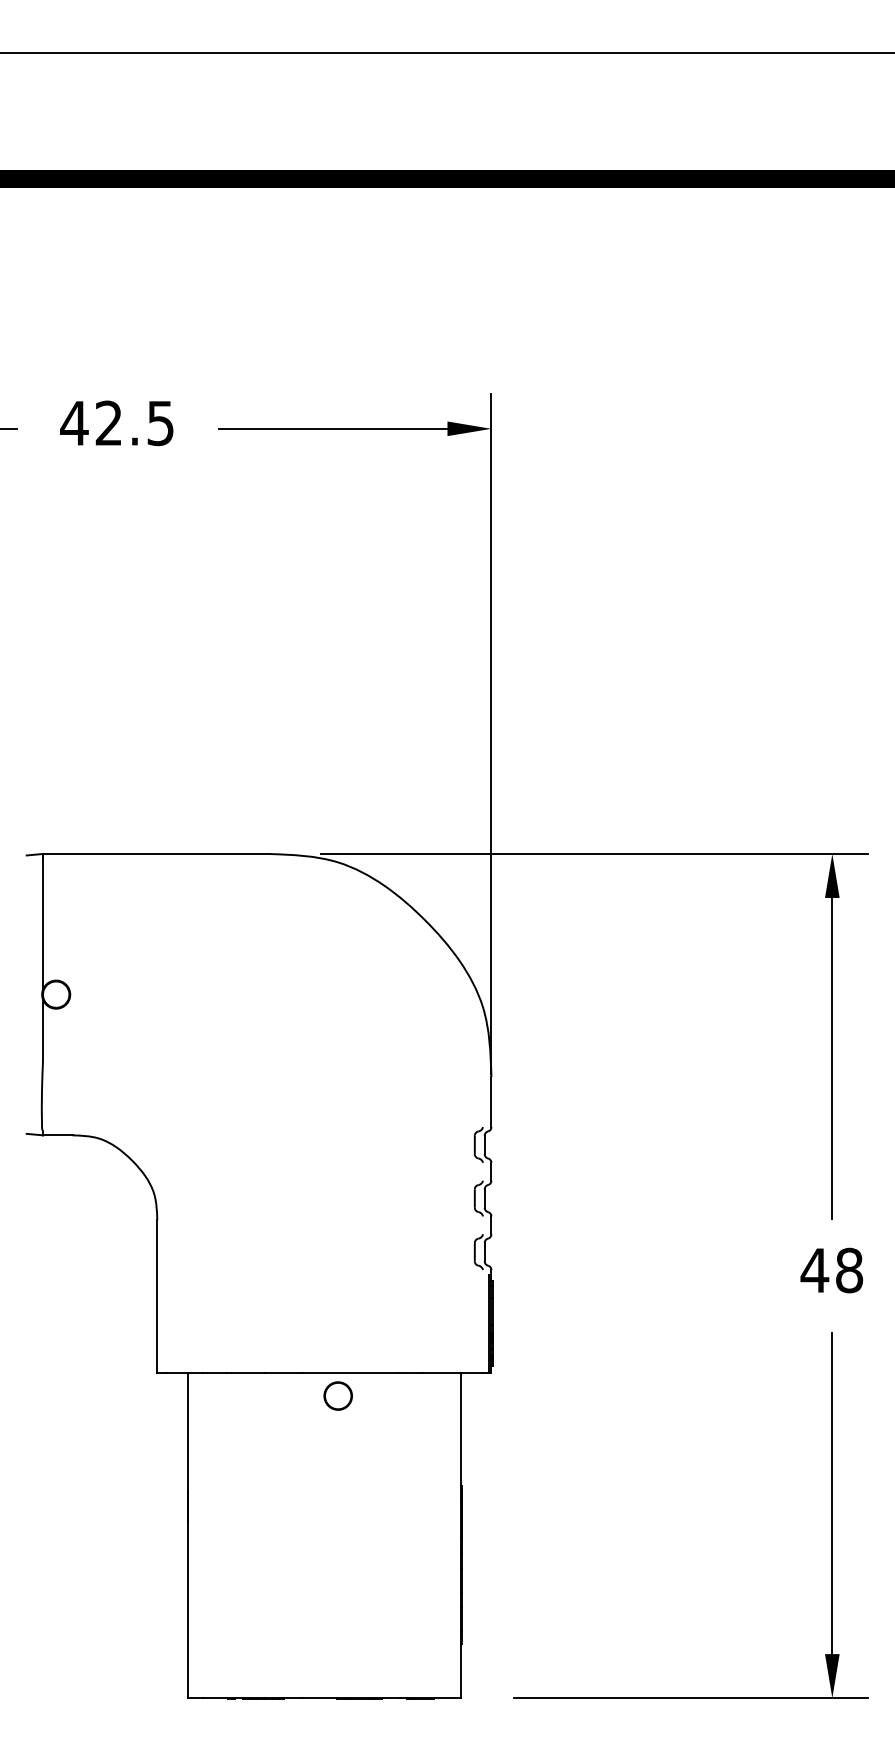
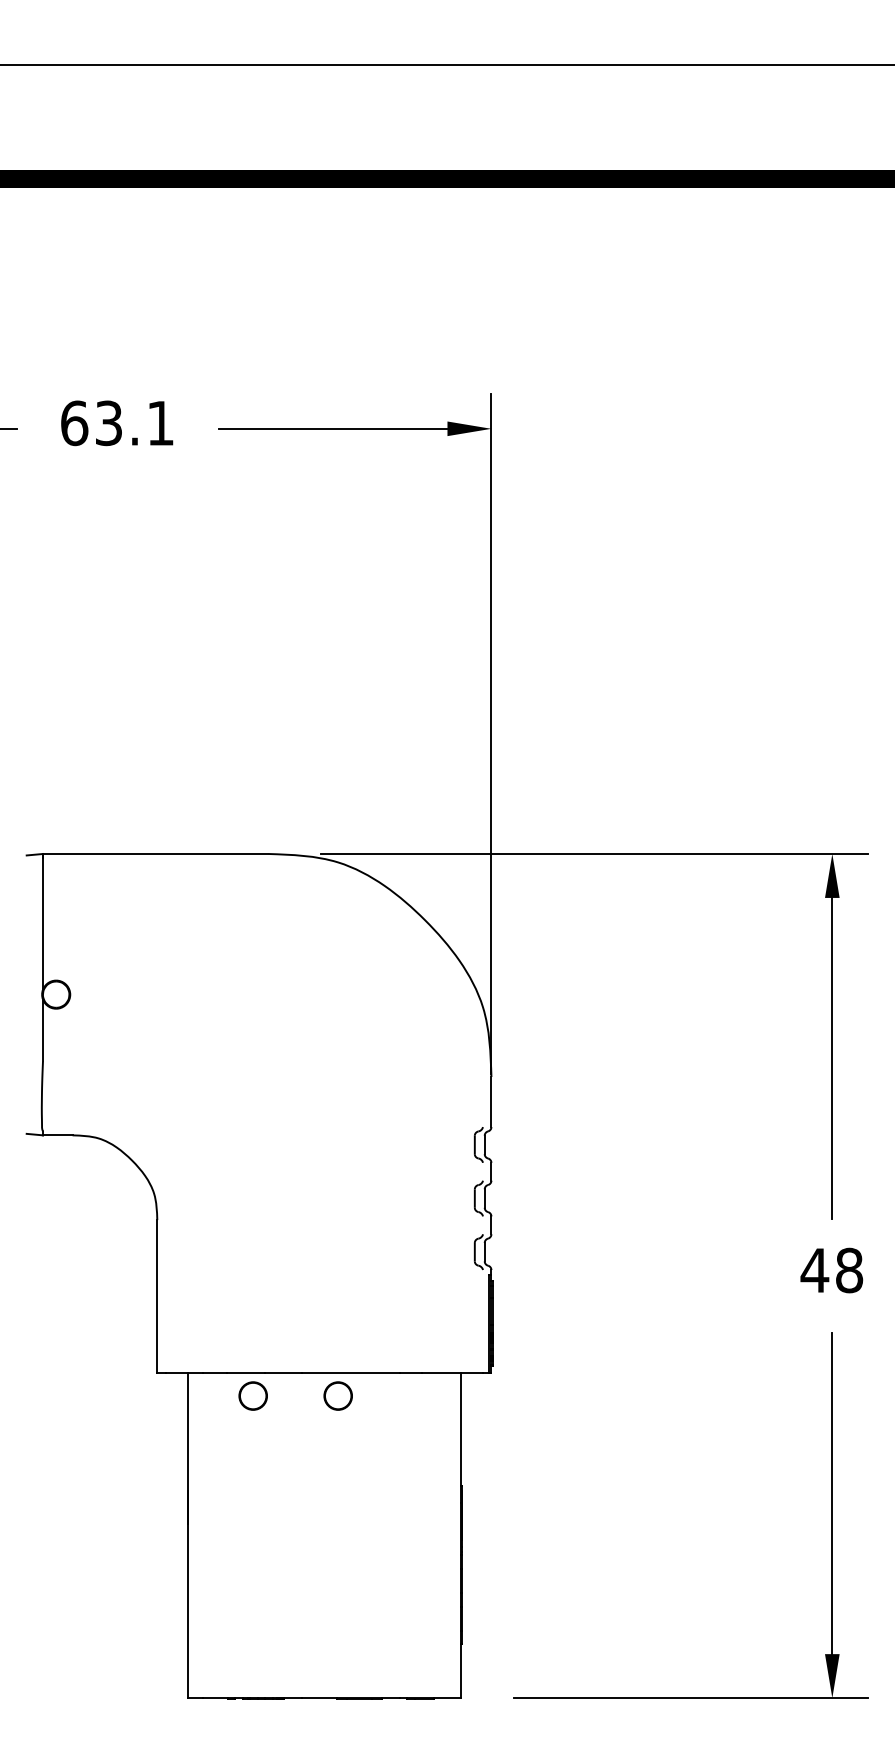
line at (446, 52) position: (446, 52) -> (446, 64)
text at (116, 423): 42.5 -> 63.1
circle at (252, 1395): none -> present
